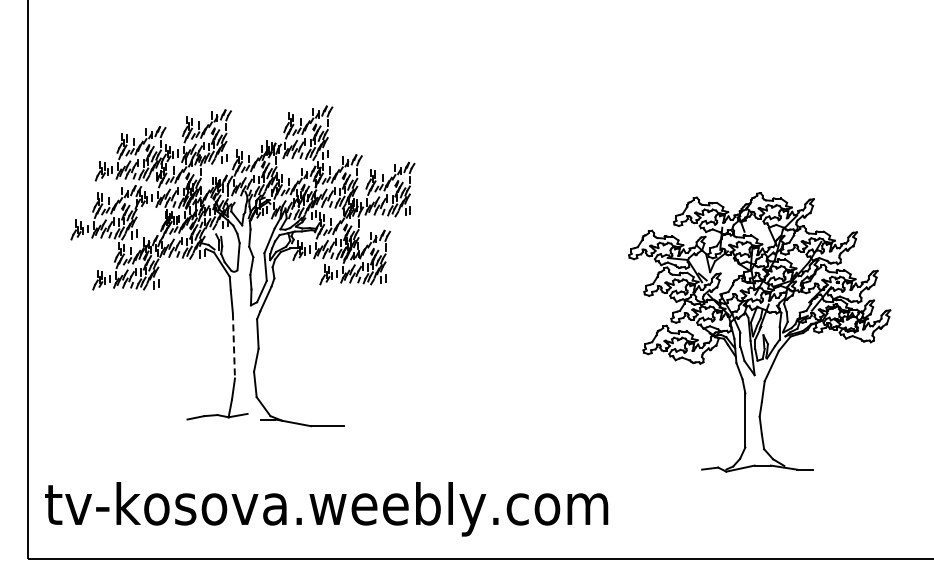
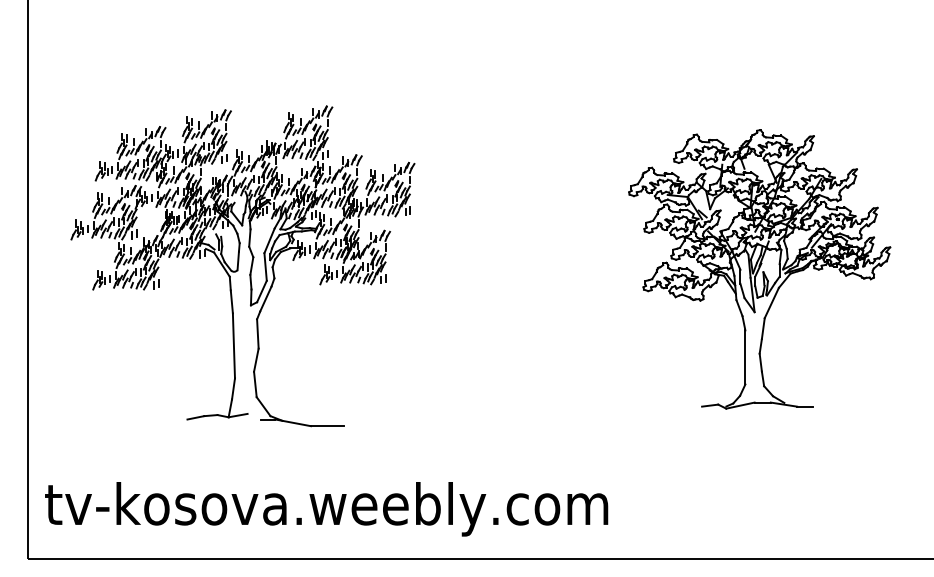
part at (759, 332) position: (759, 332) -> (759, 269)
line at (233, 345): dashed -> solid
